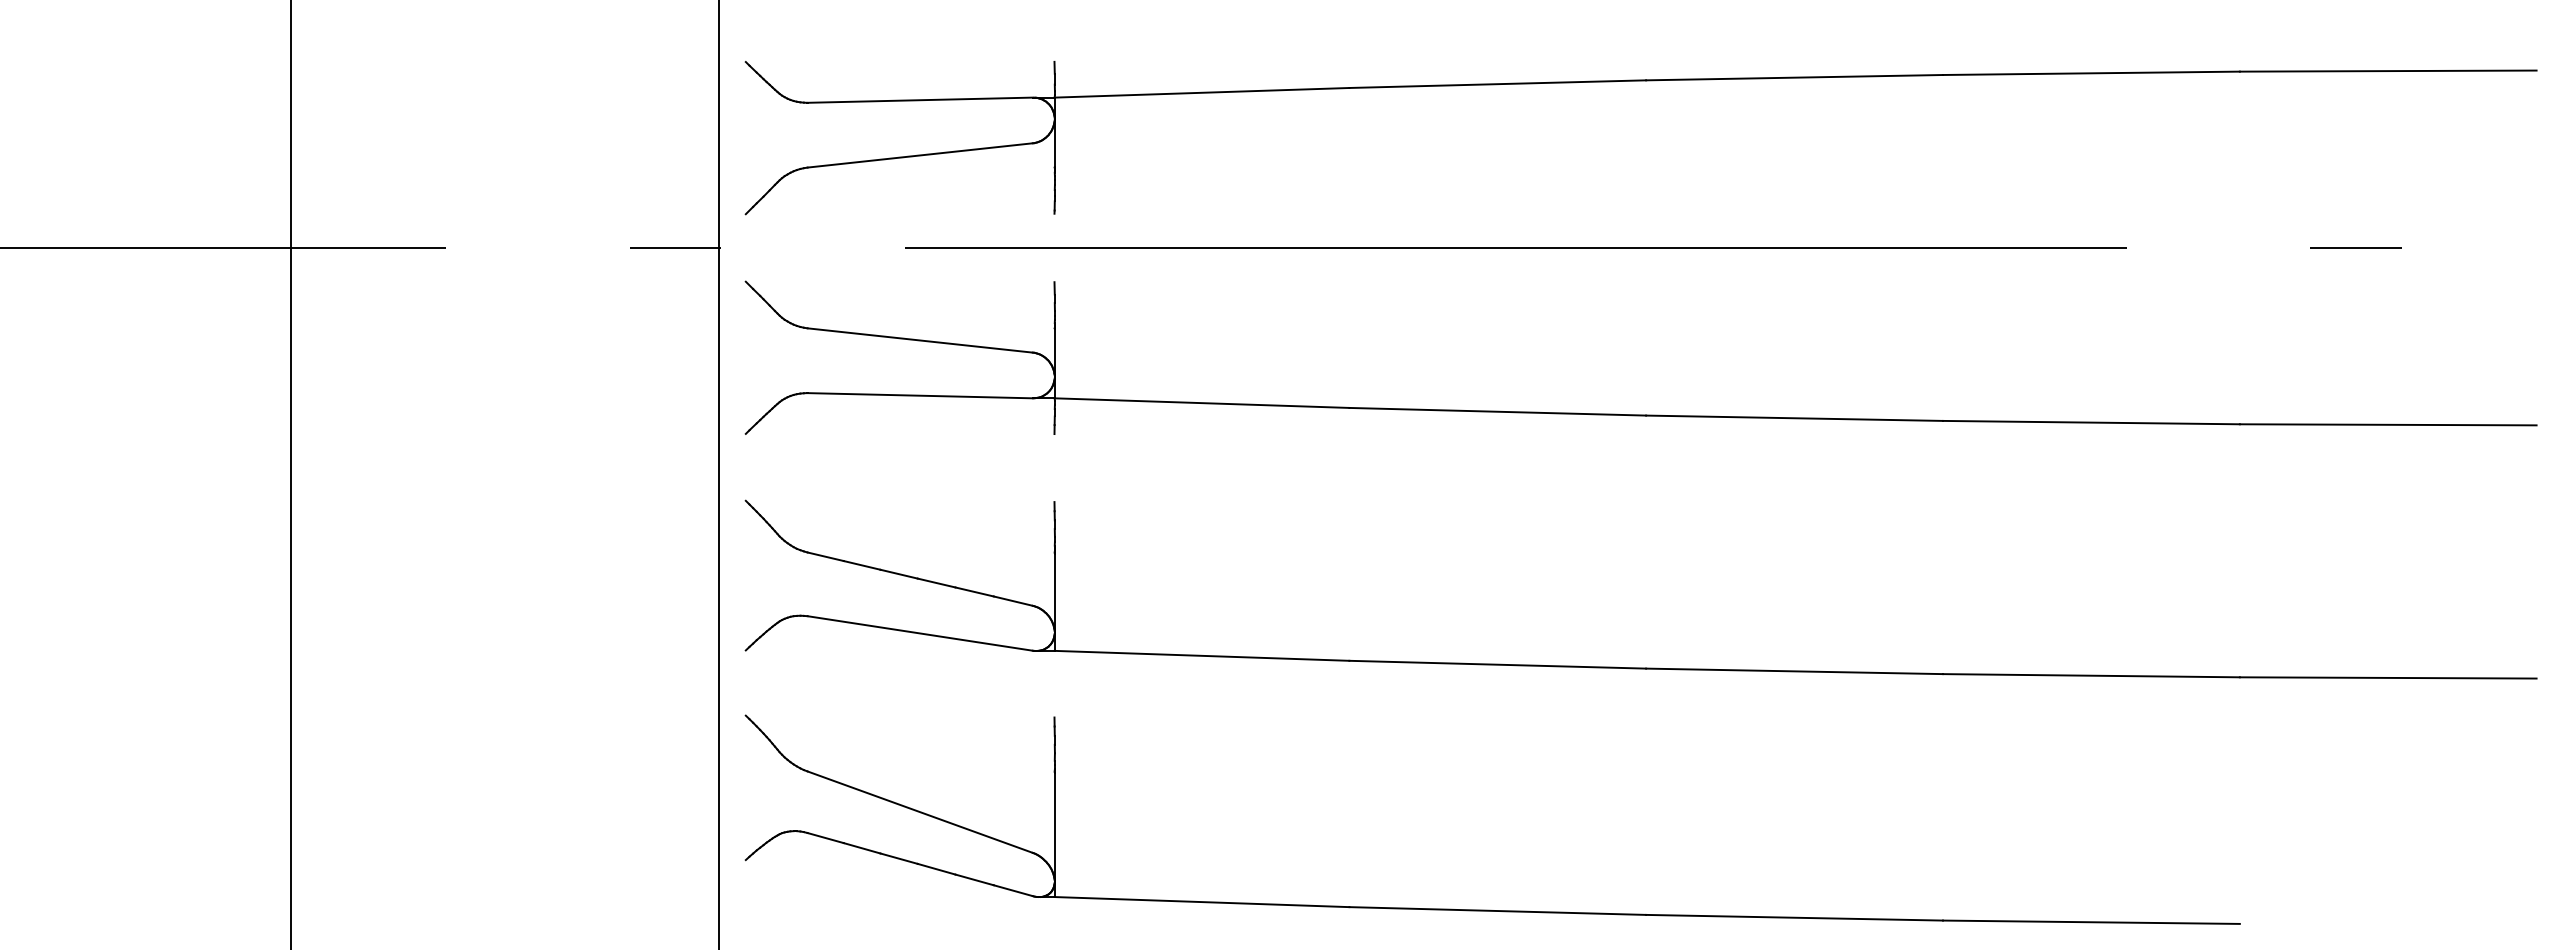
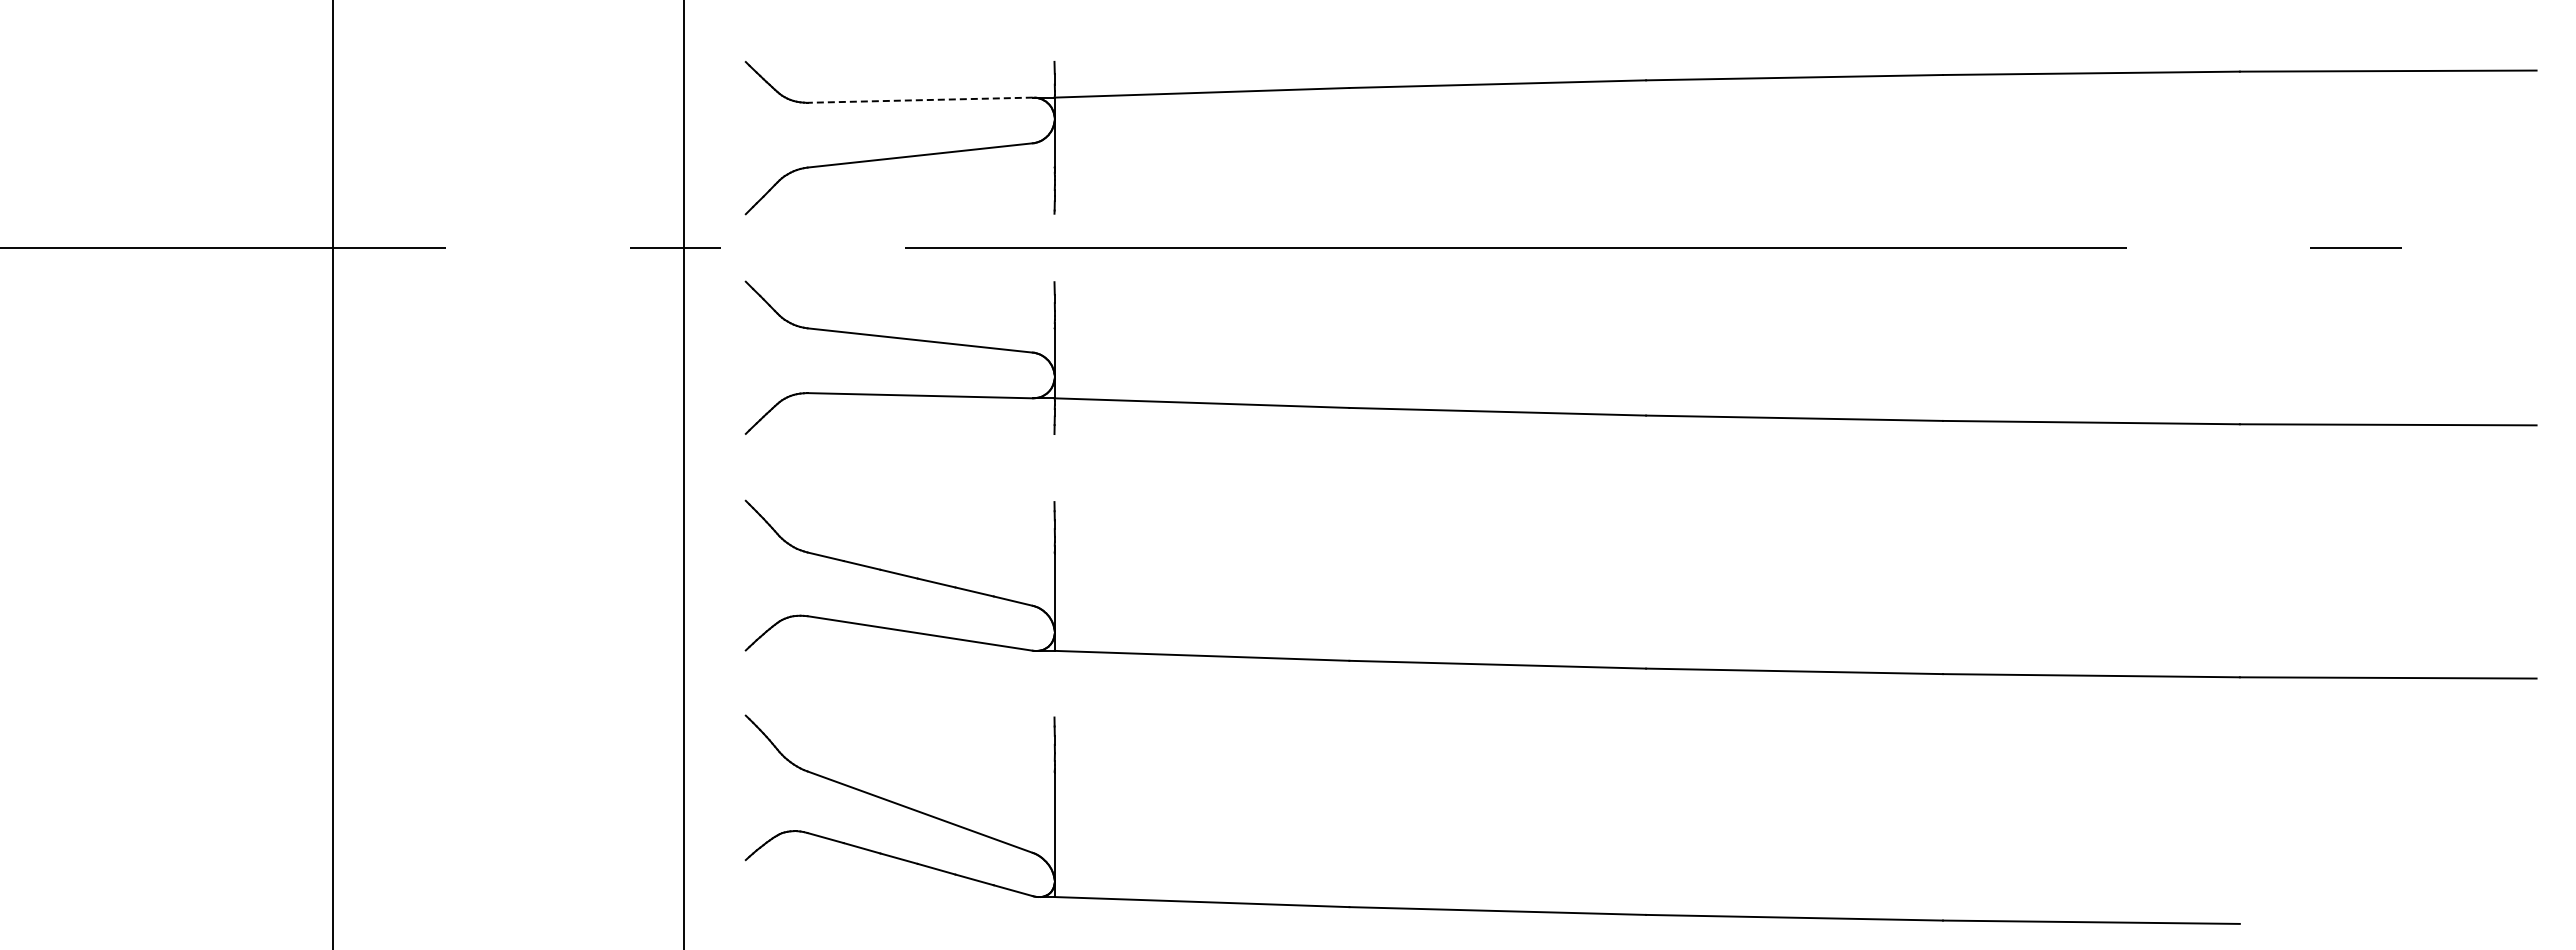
line at (920, 100): solid -> dashed
line at (290, 474) position: (290, 474) -> (332, 474)
line at (718, 474) position: (718, 474) -> (683, 474)
